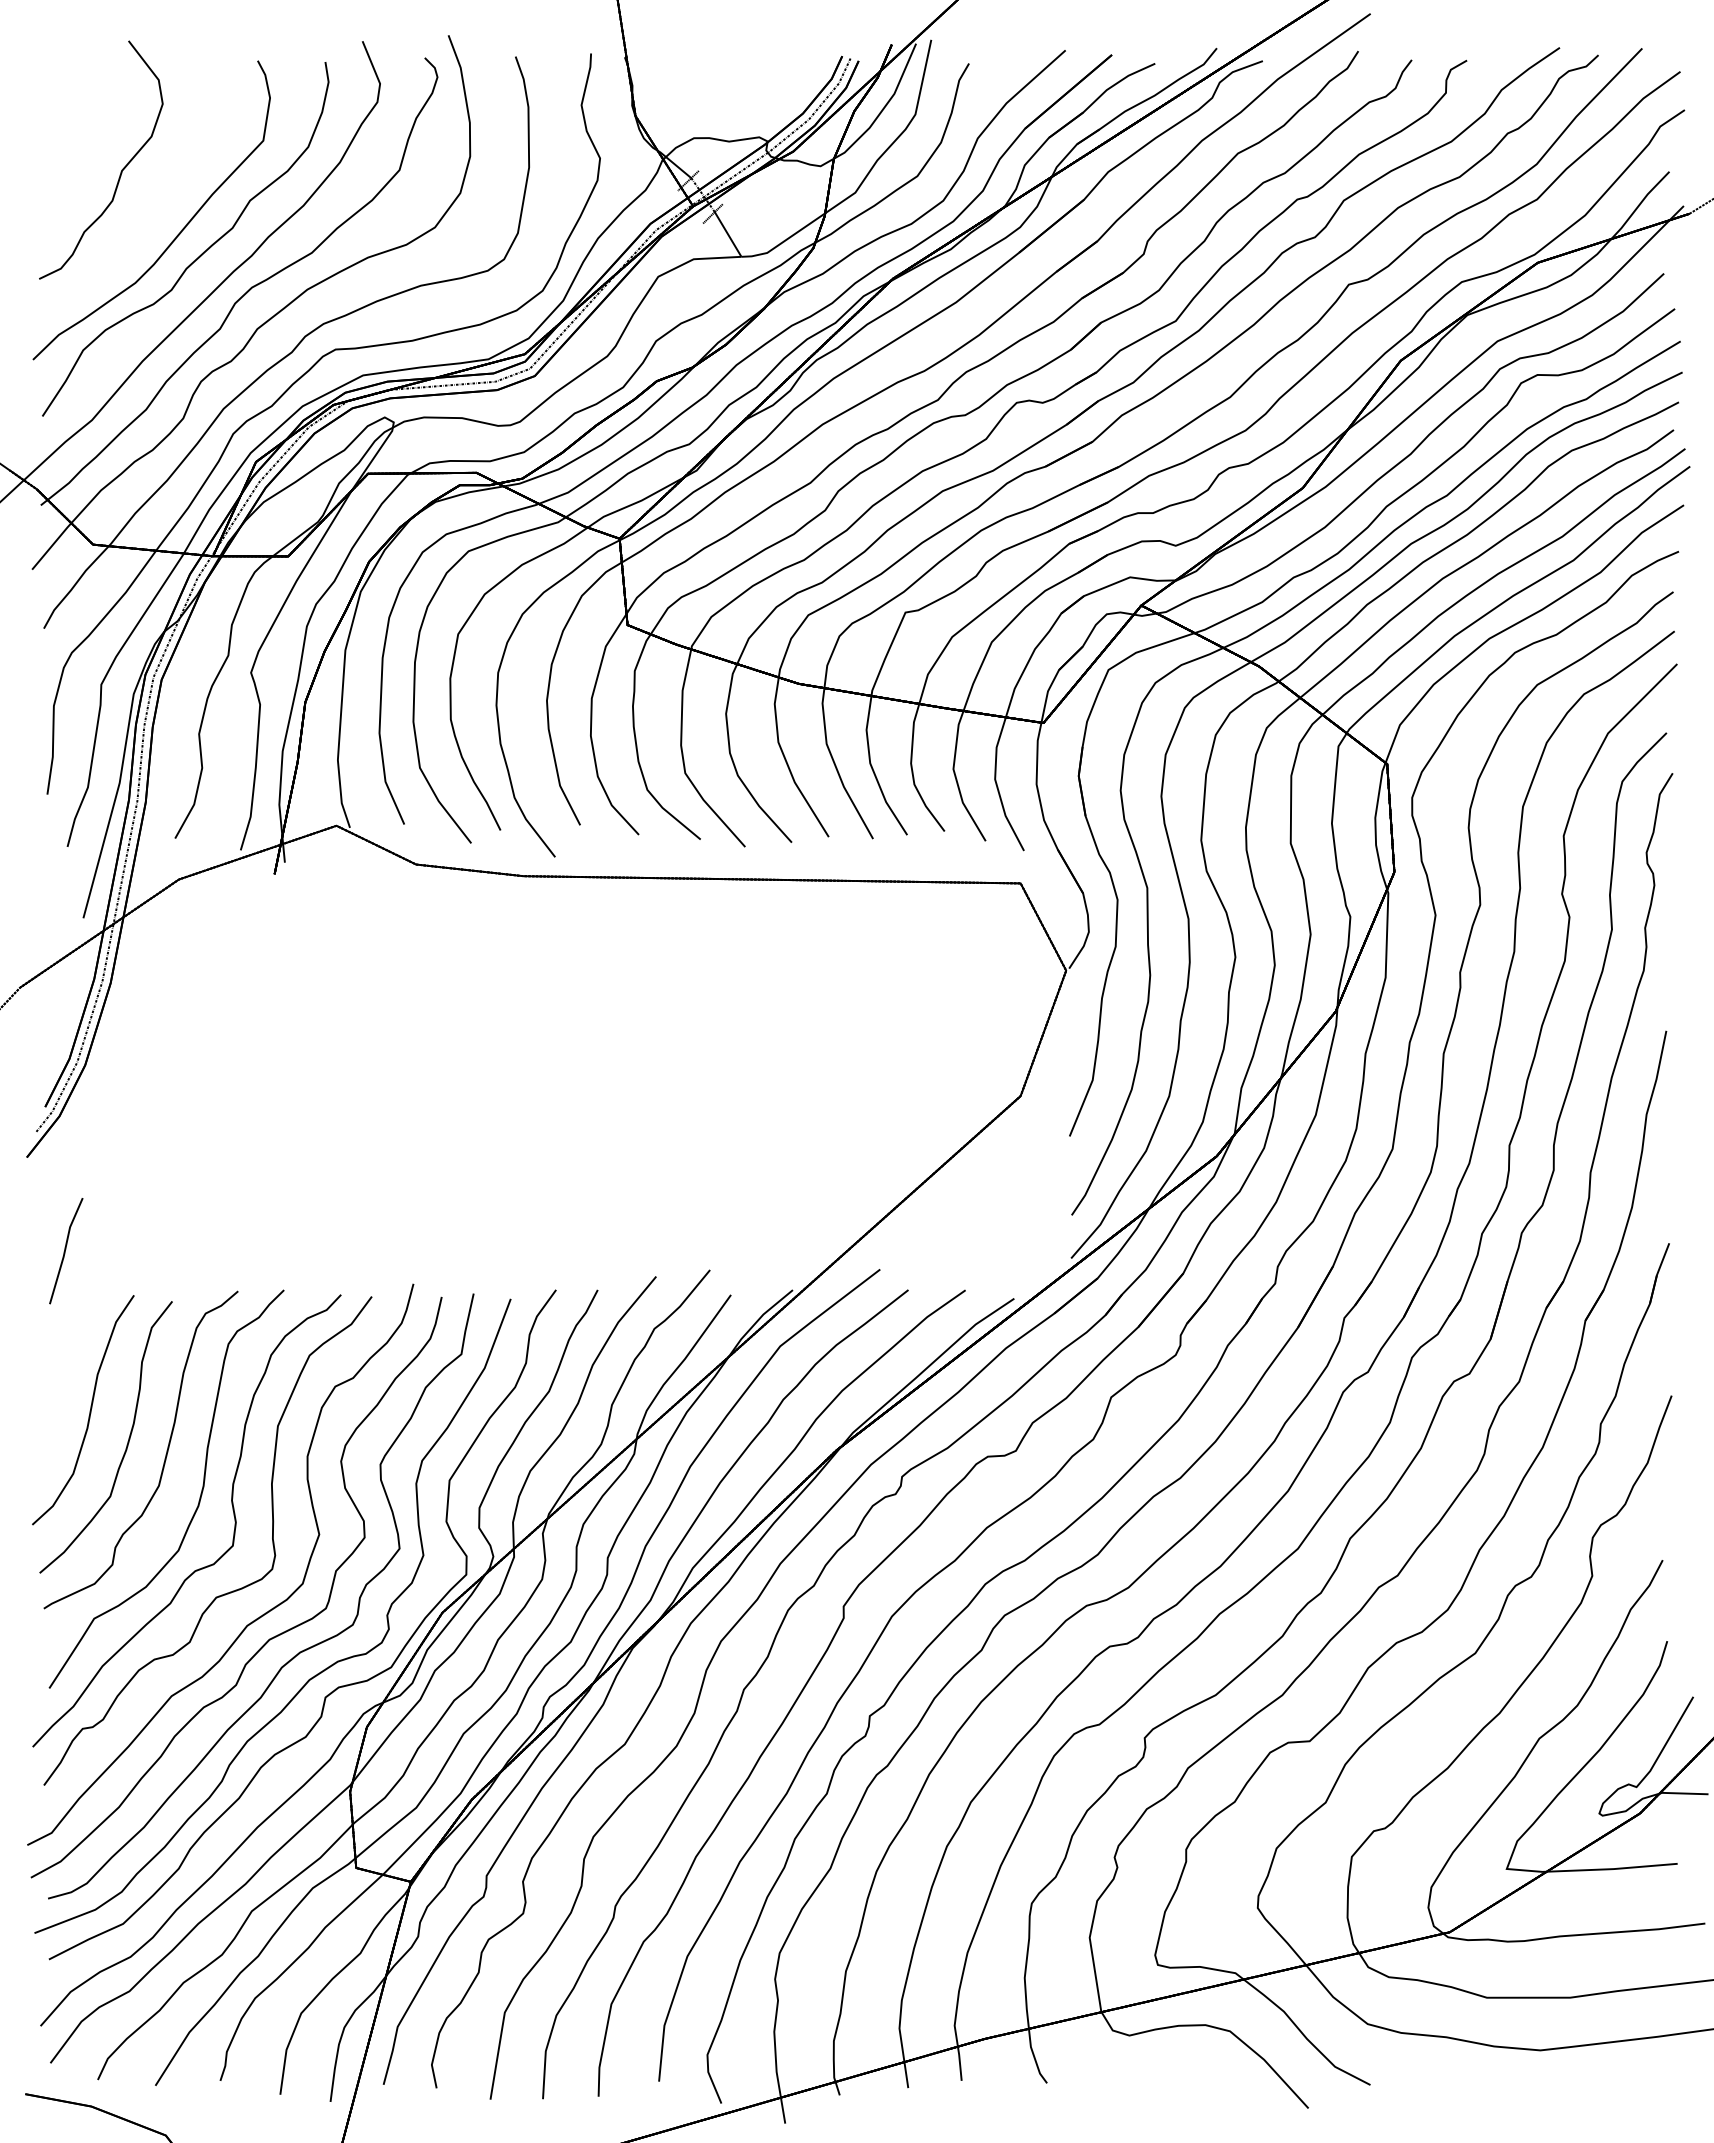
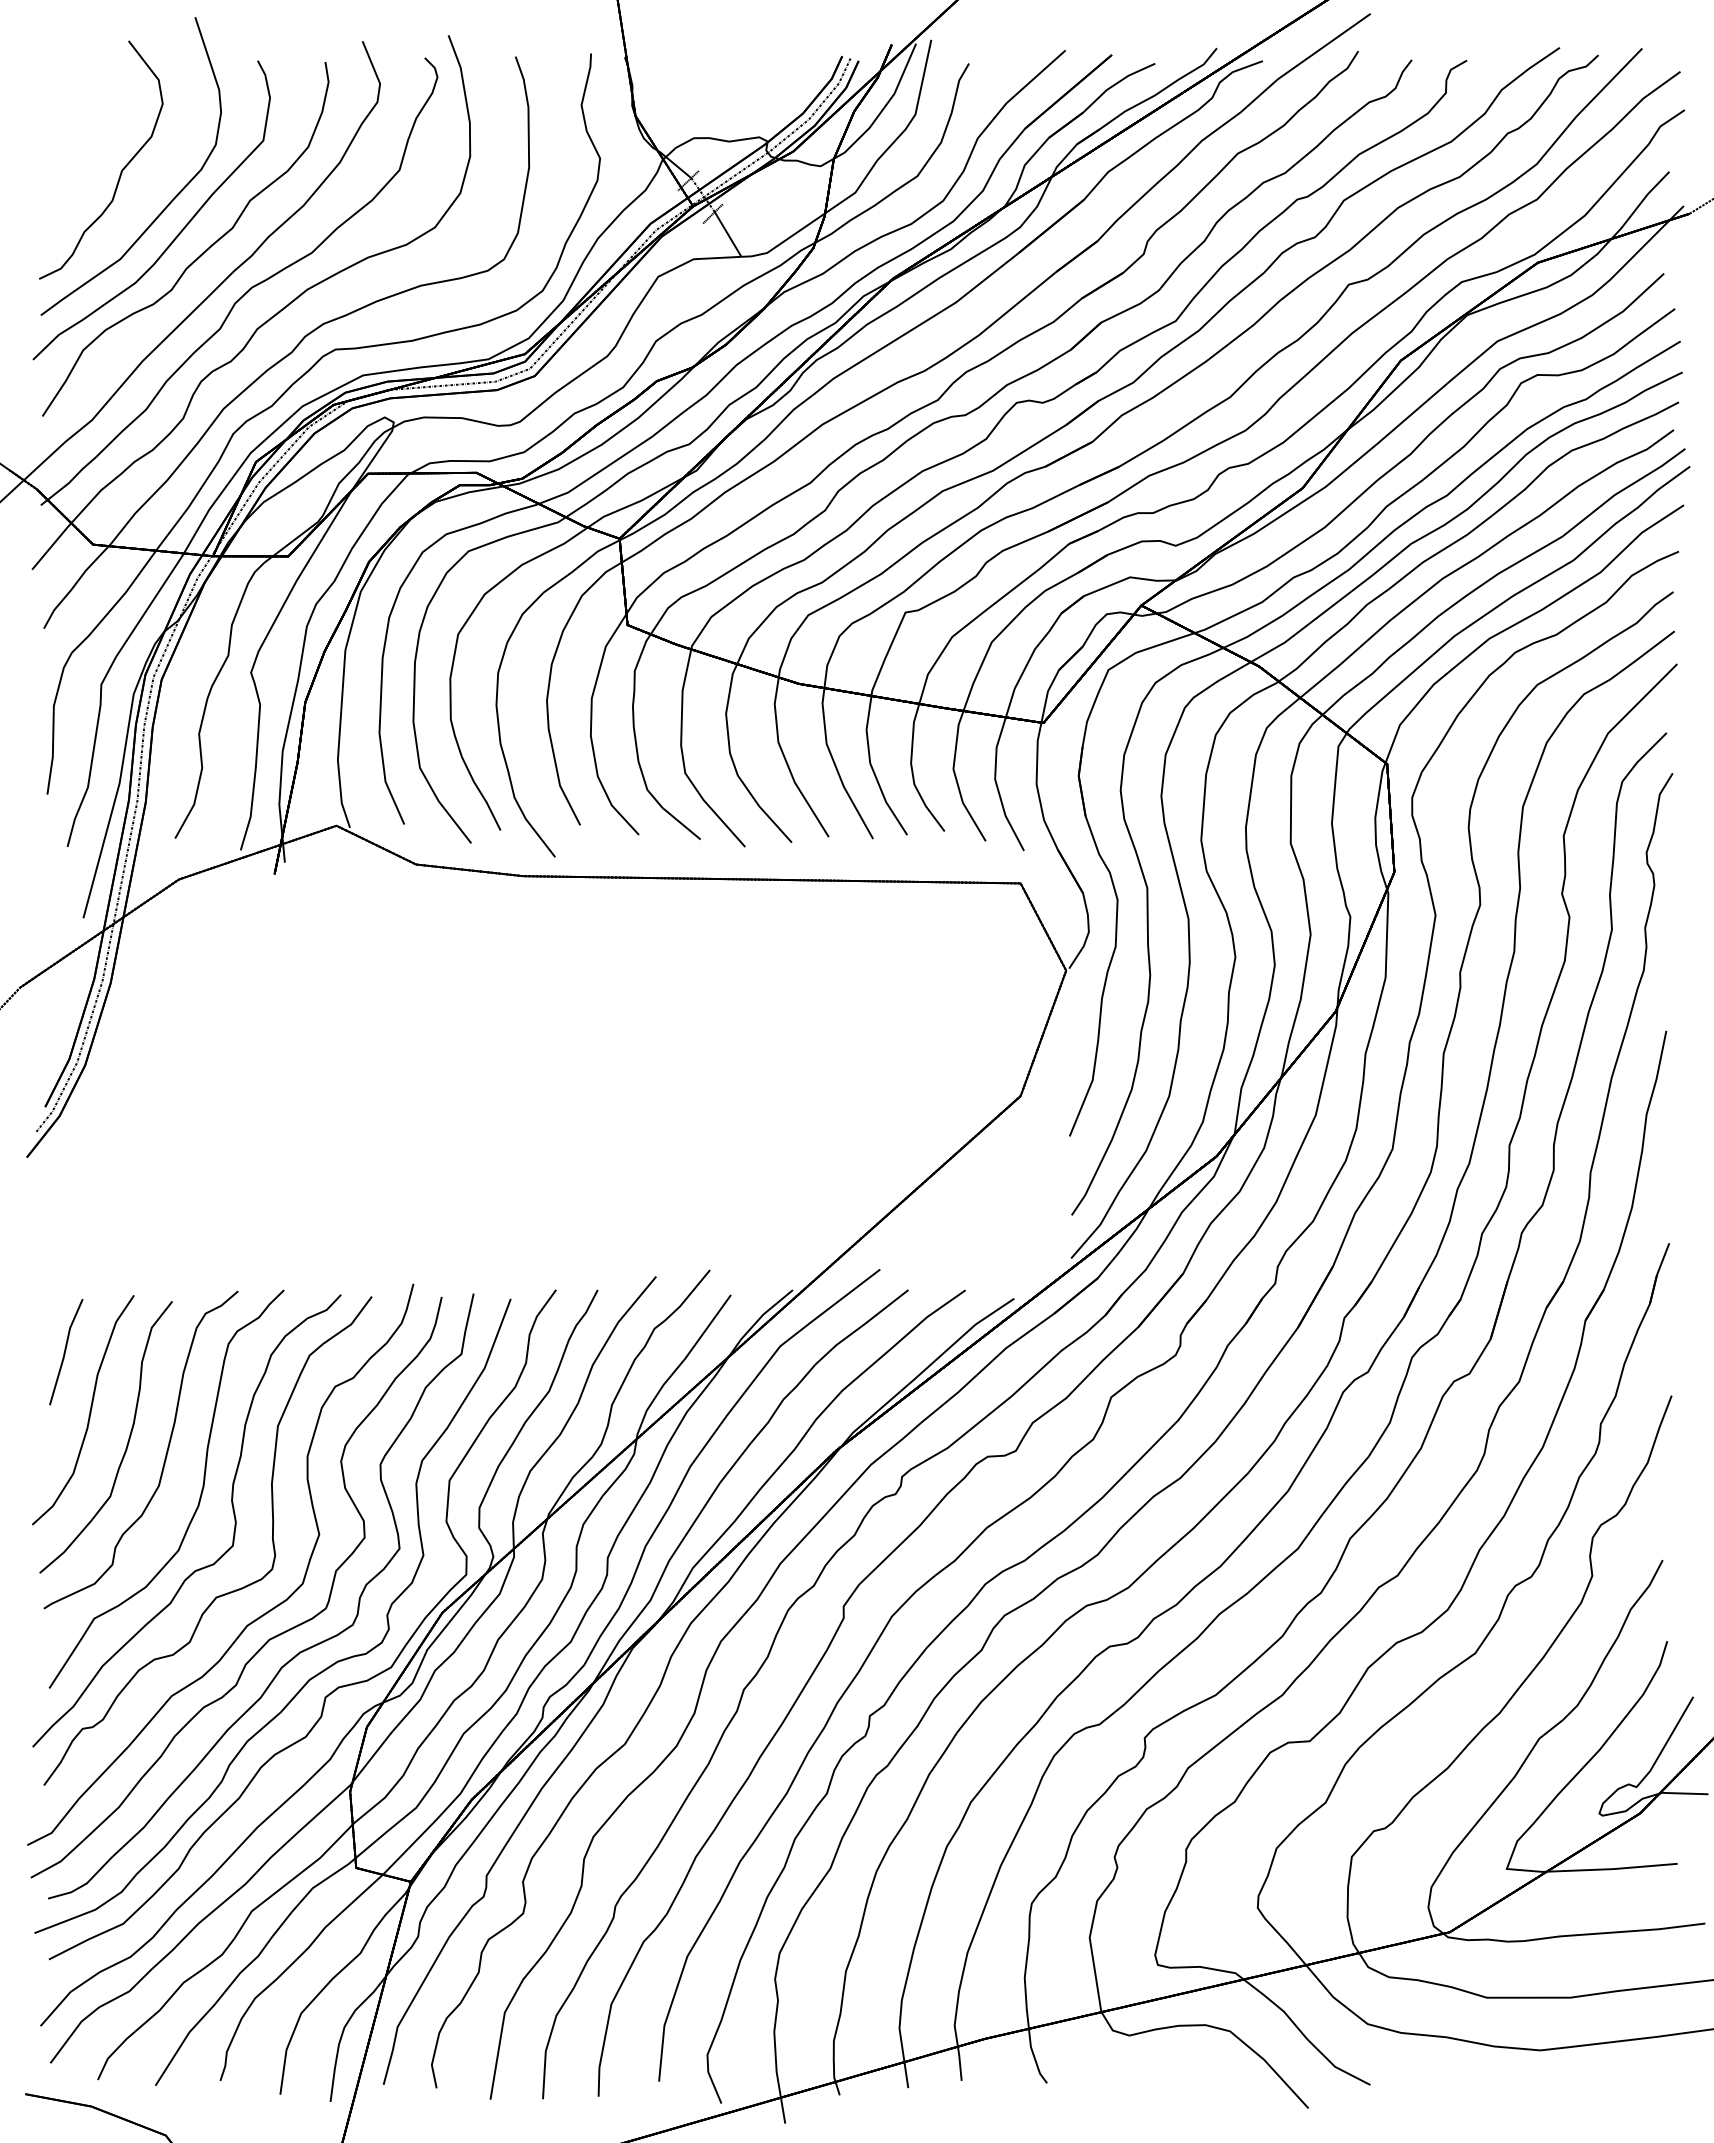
curve at (168, 203): none -> present
part at (66, 1251) position: (66, 1251) -> (66, 1352)
